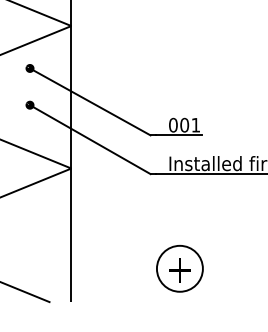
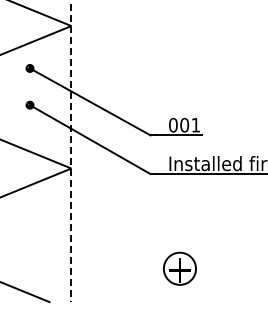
line at (71, 151): solid -> dashed
circle at (179, 268) diameter: 46 px -> 32 px
